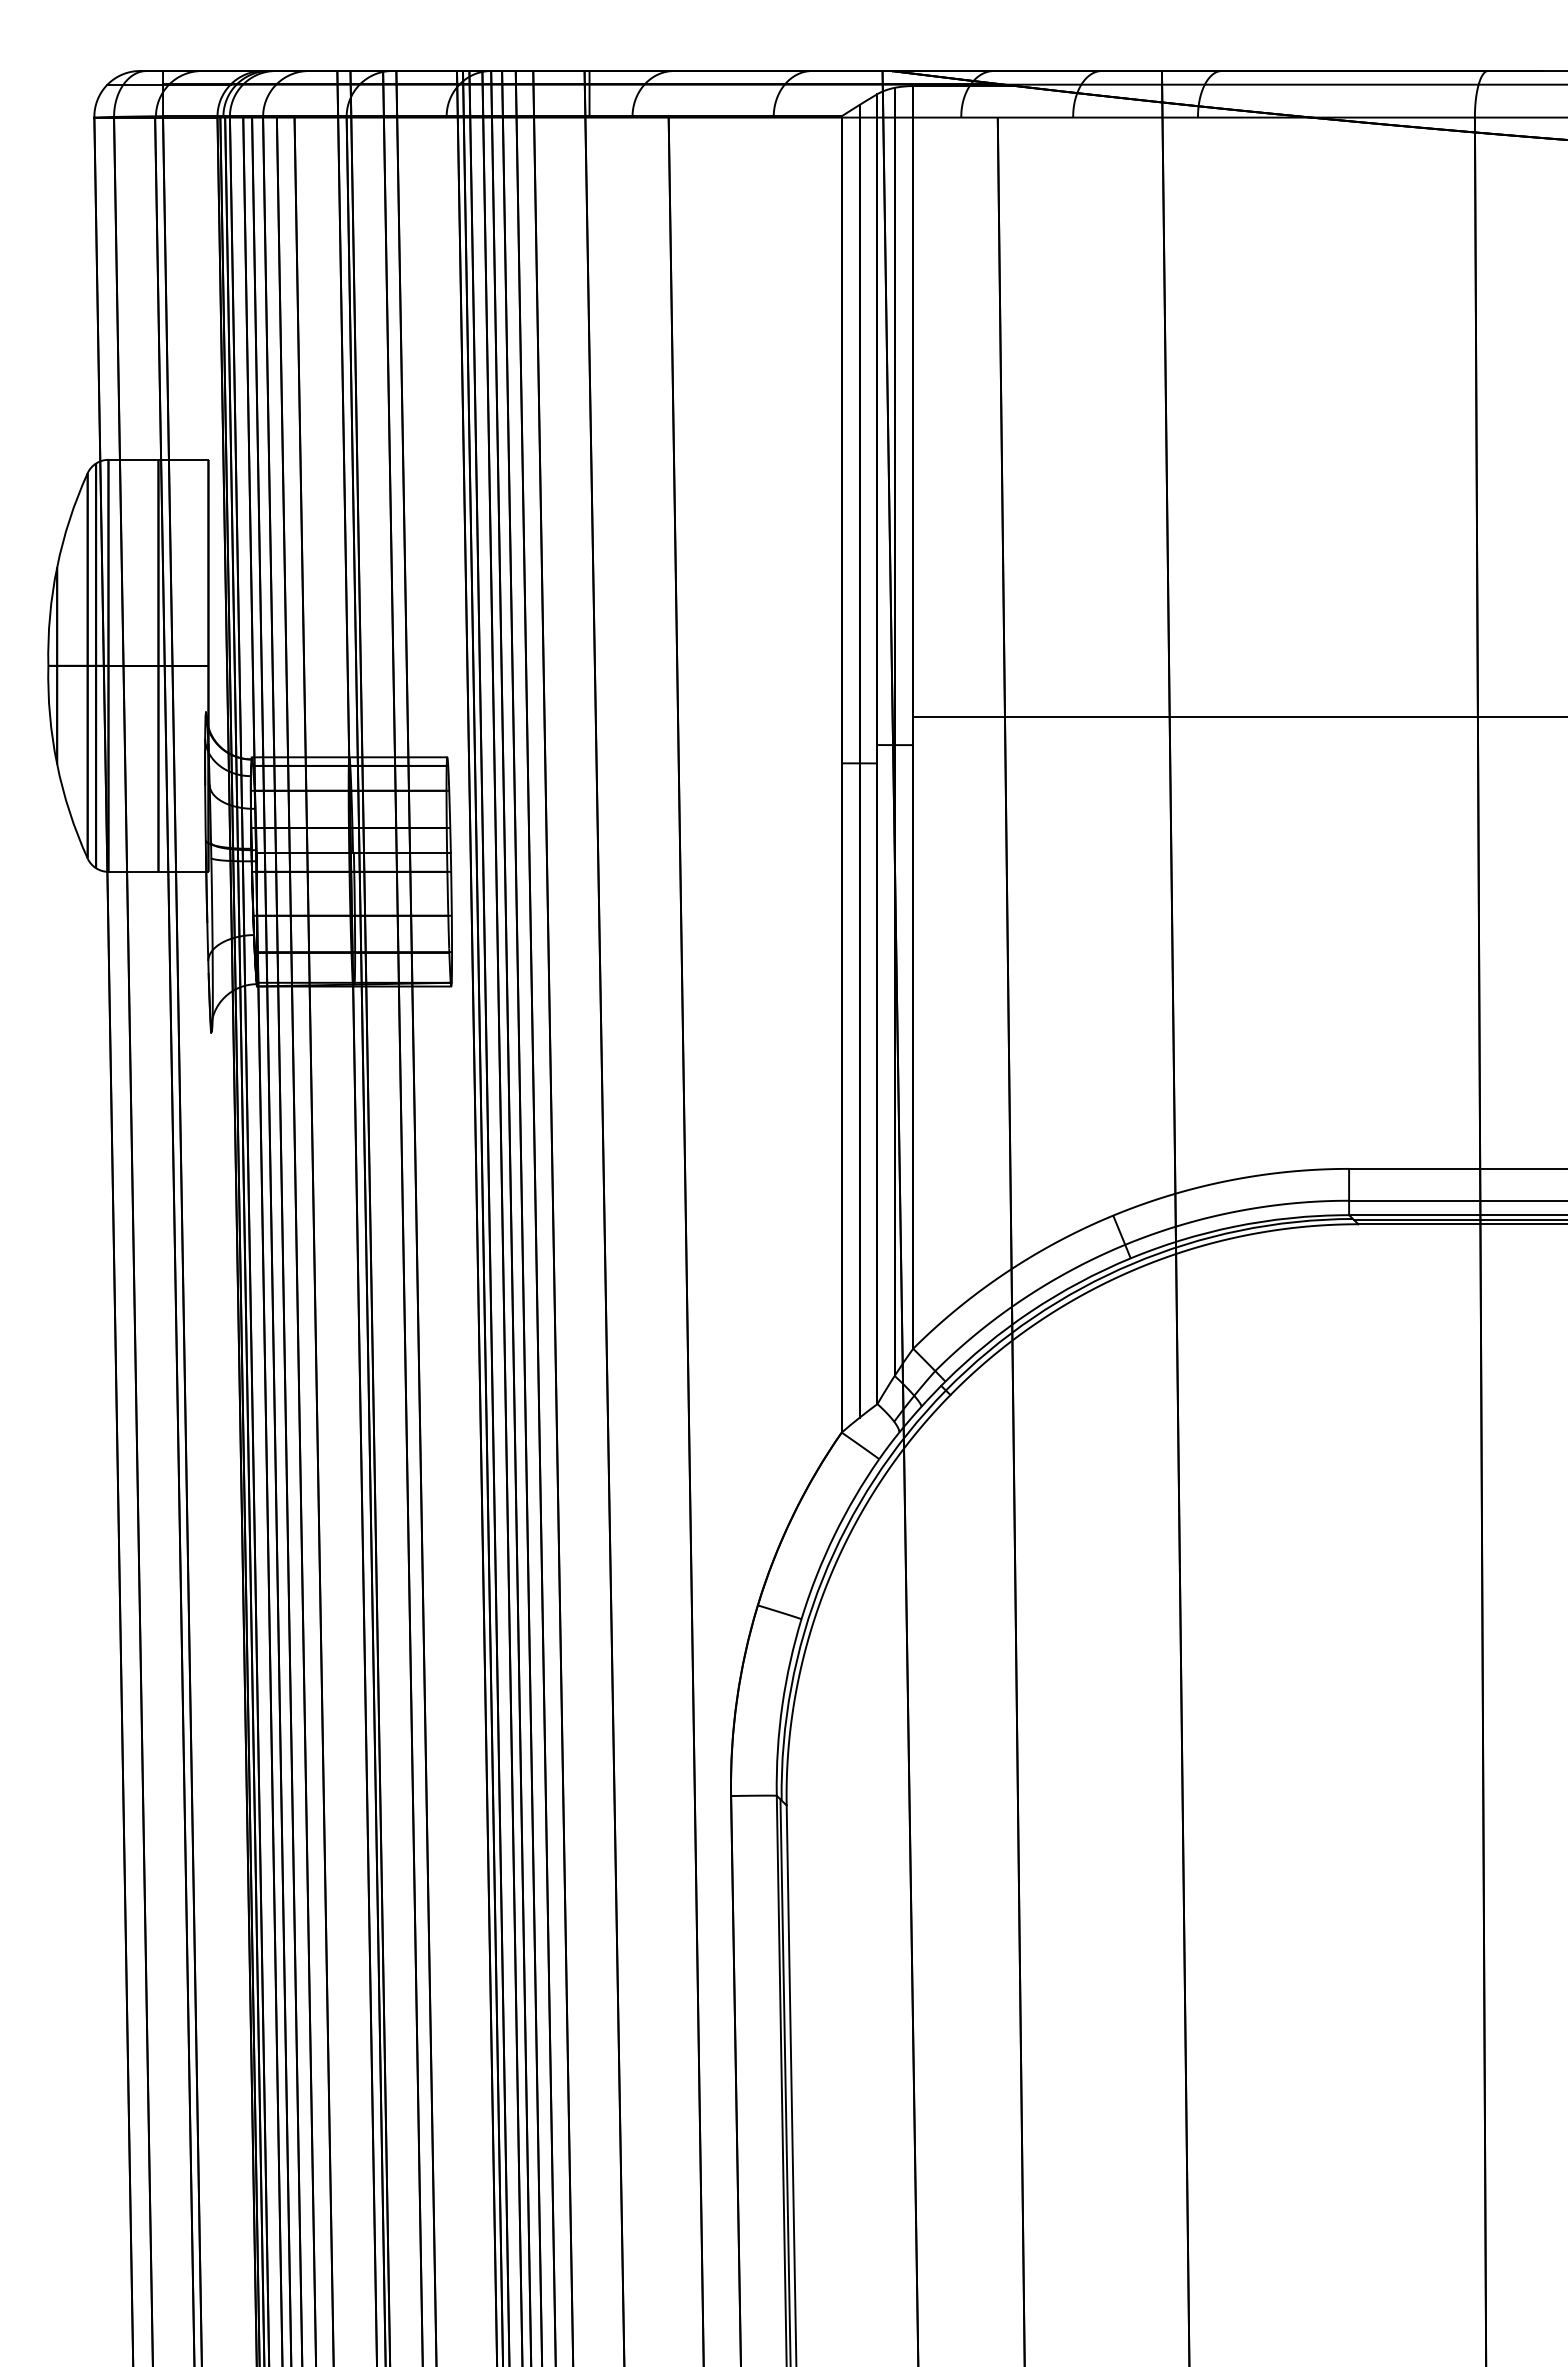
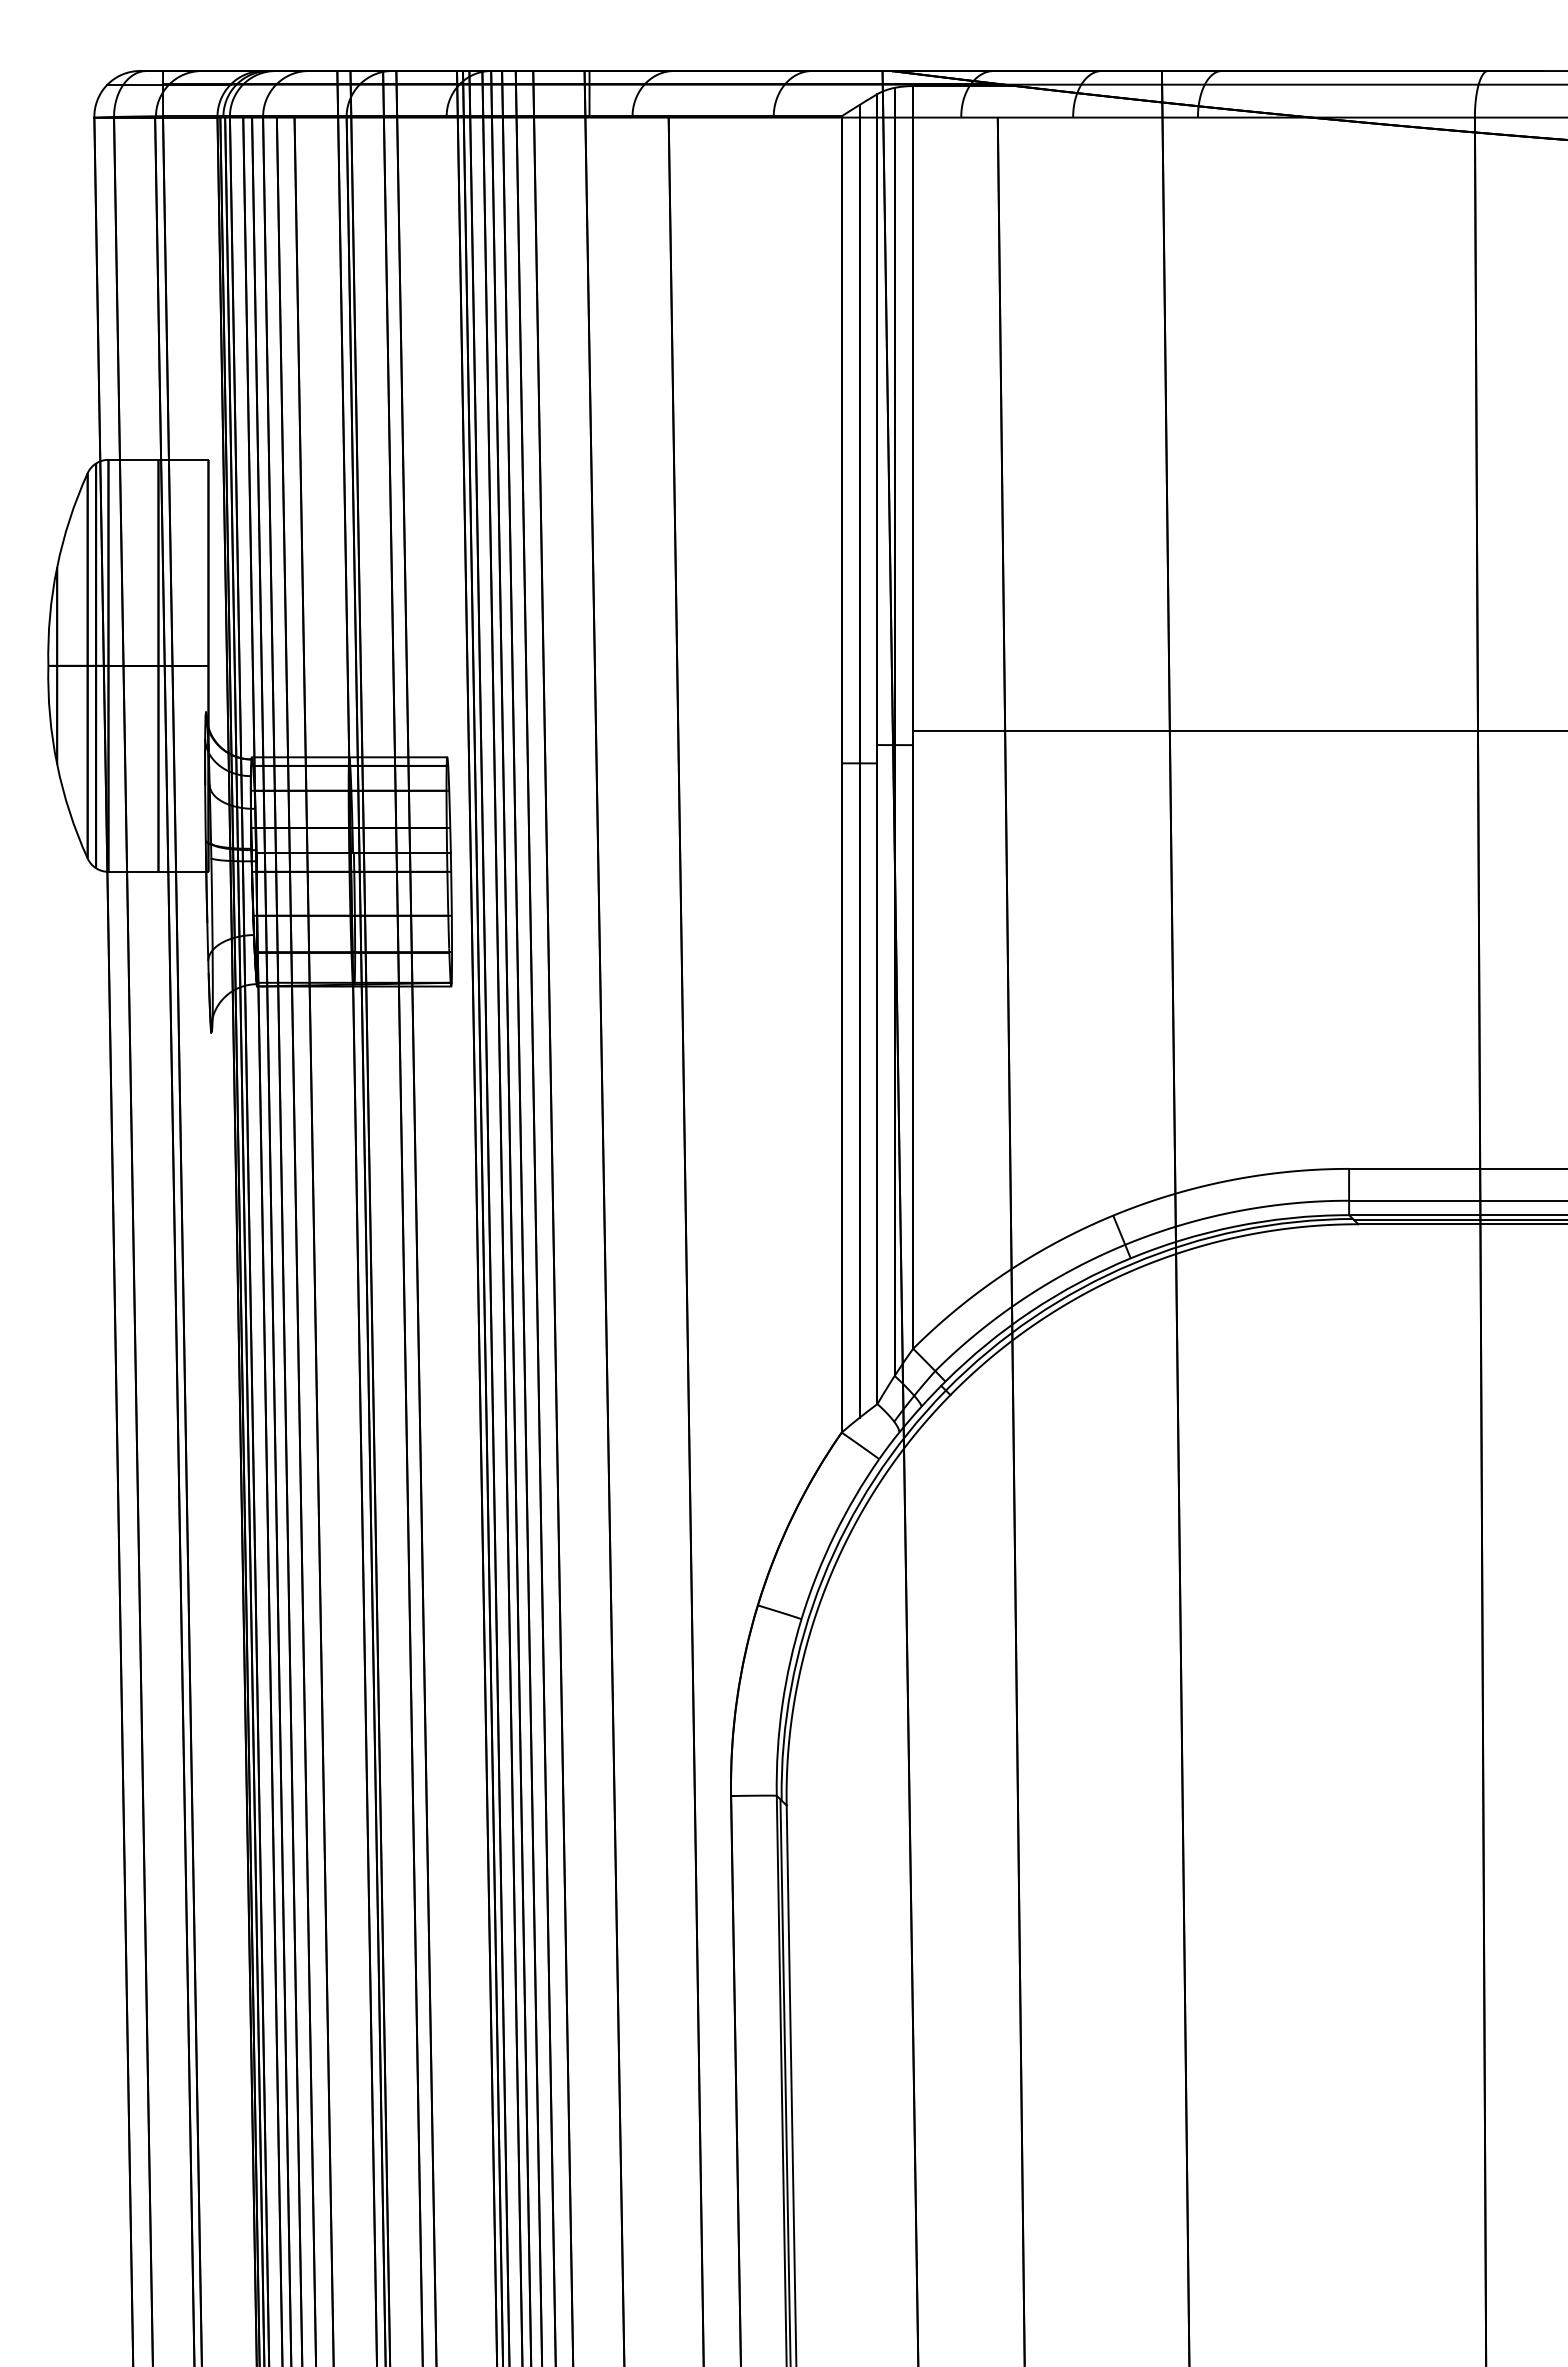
line at (1238, 717) position: (1238, 717) -> (1238, 731)
